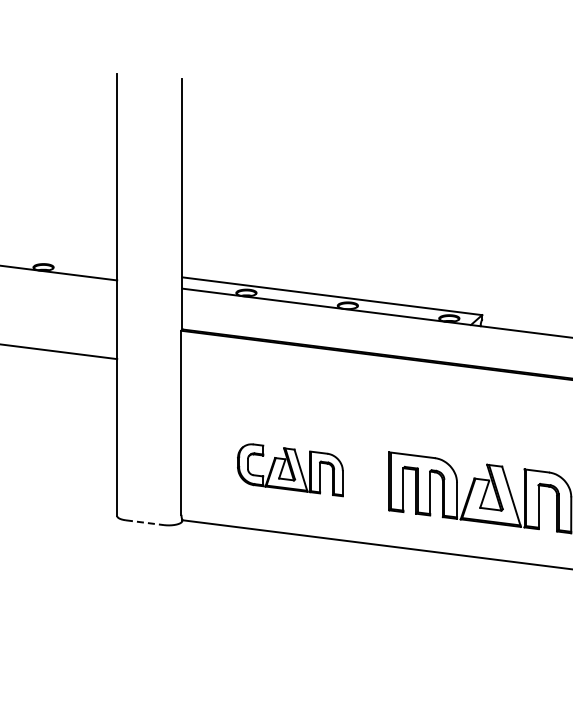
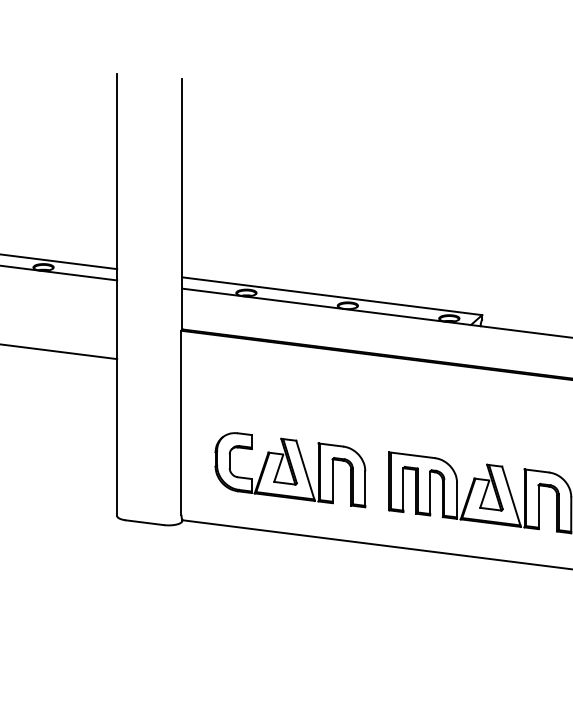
line at (59, 261): none -> present
part at (290, 470) size: 107x55 px -> 153x77 px
line at (145, 522): dashed -> solid
